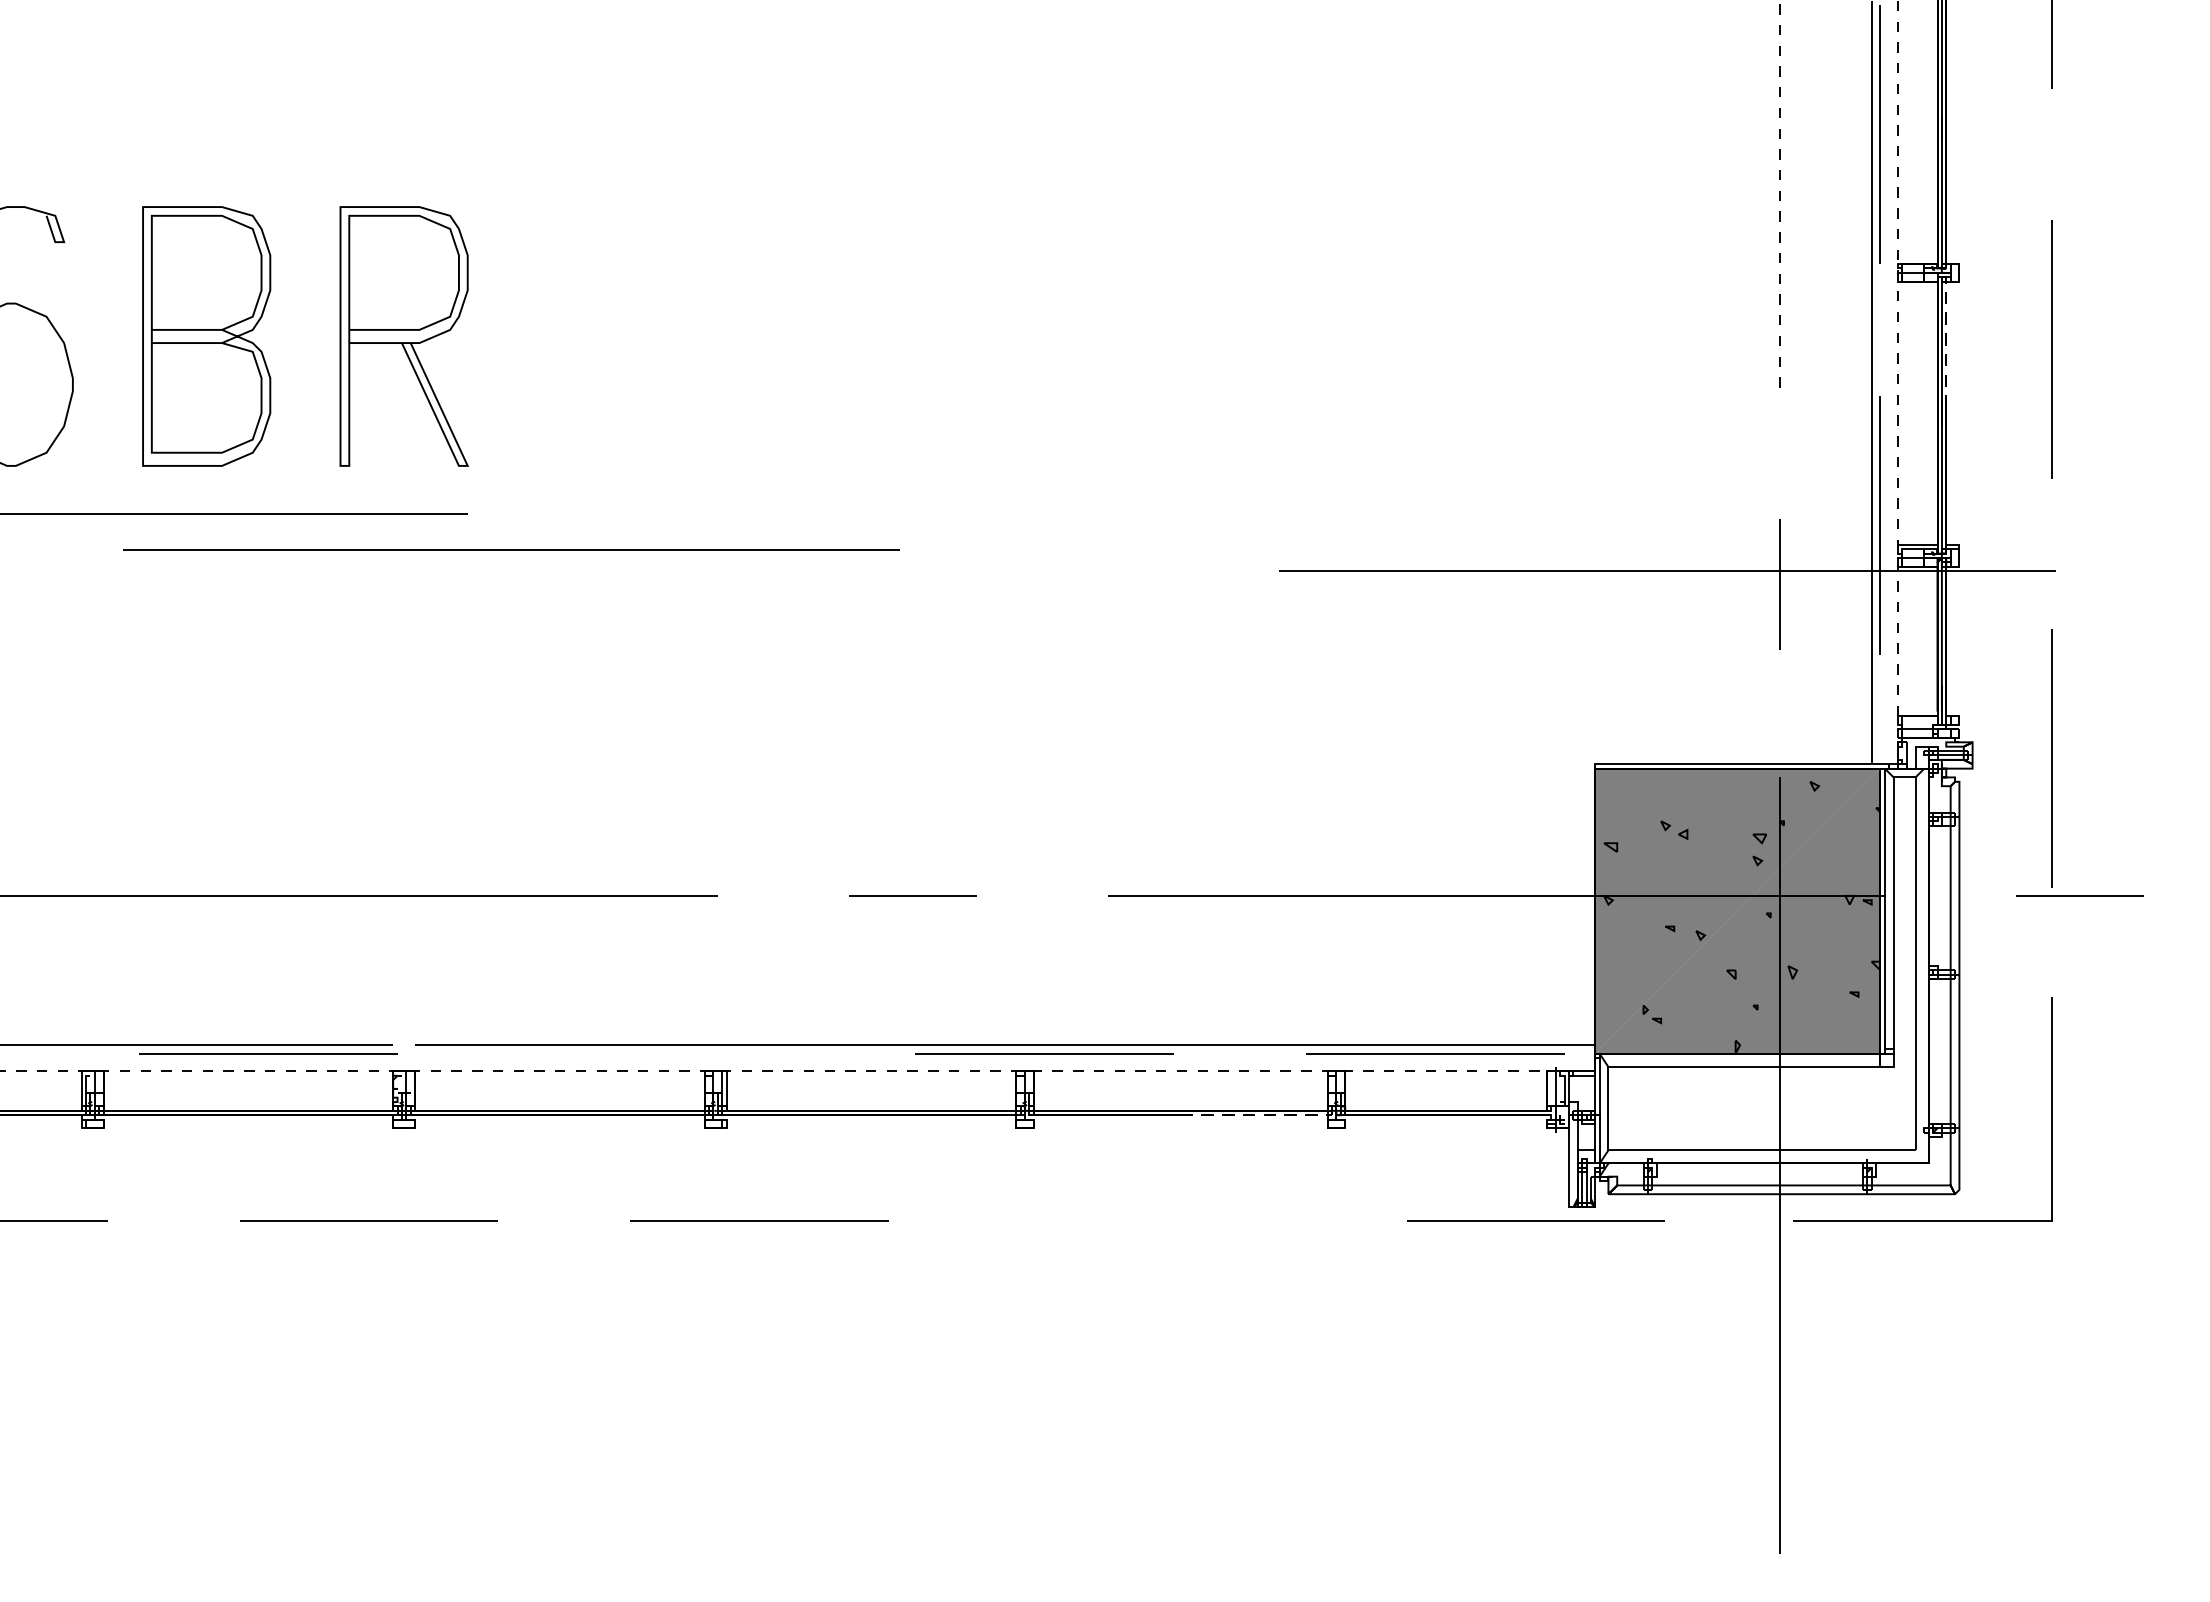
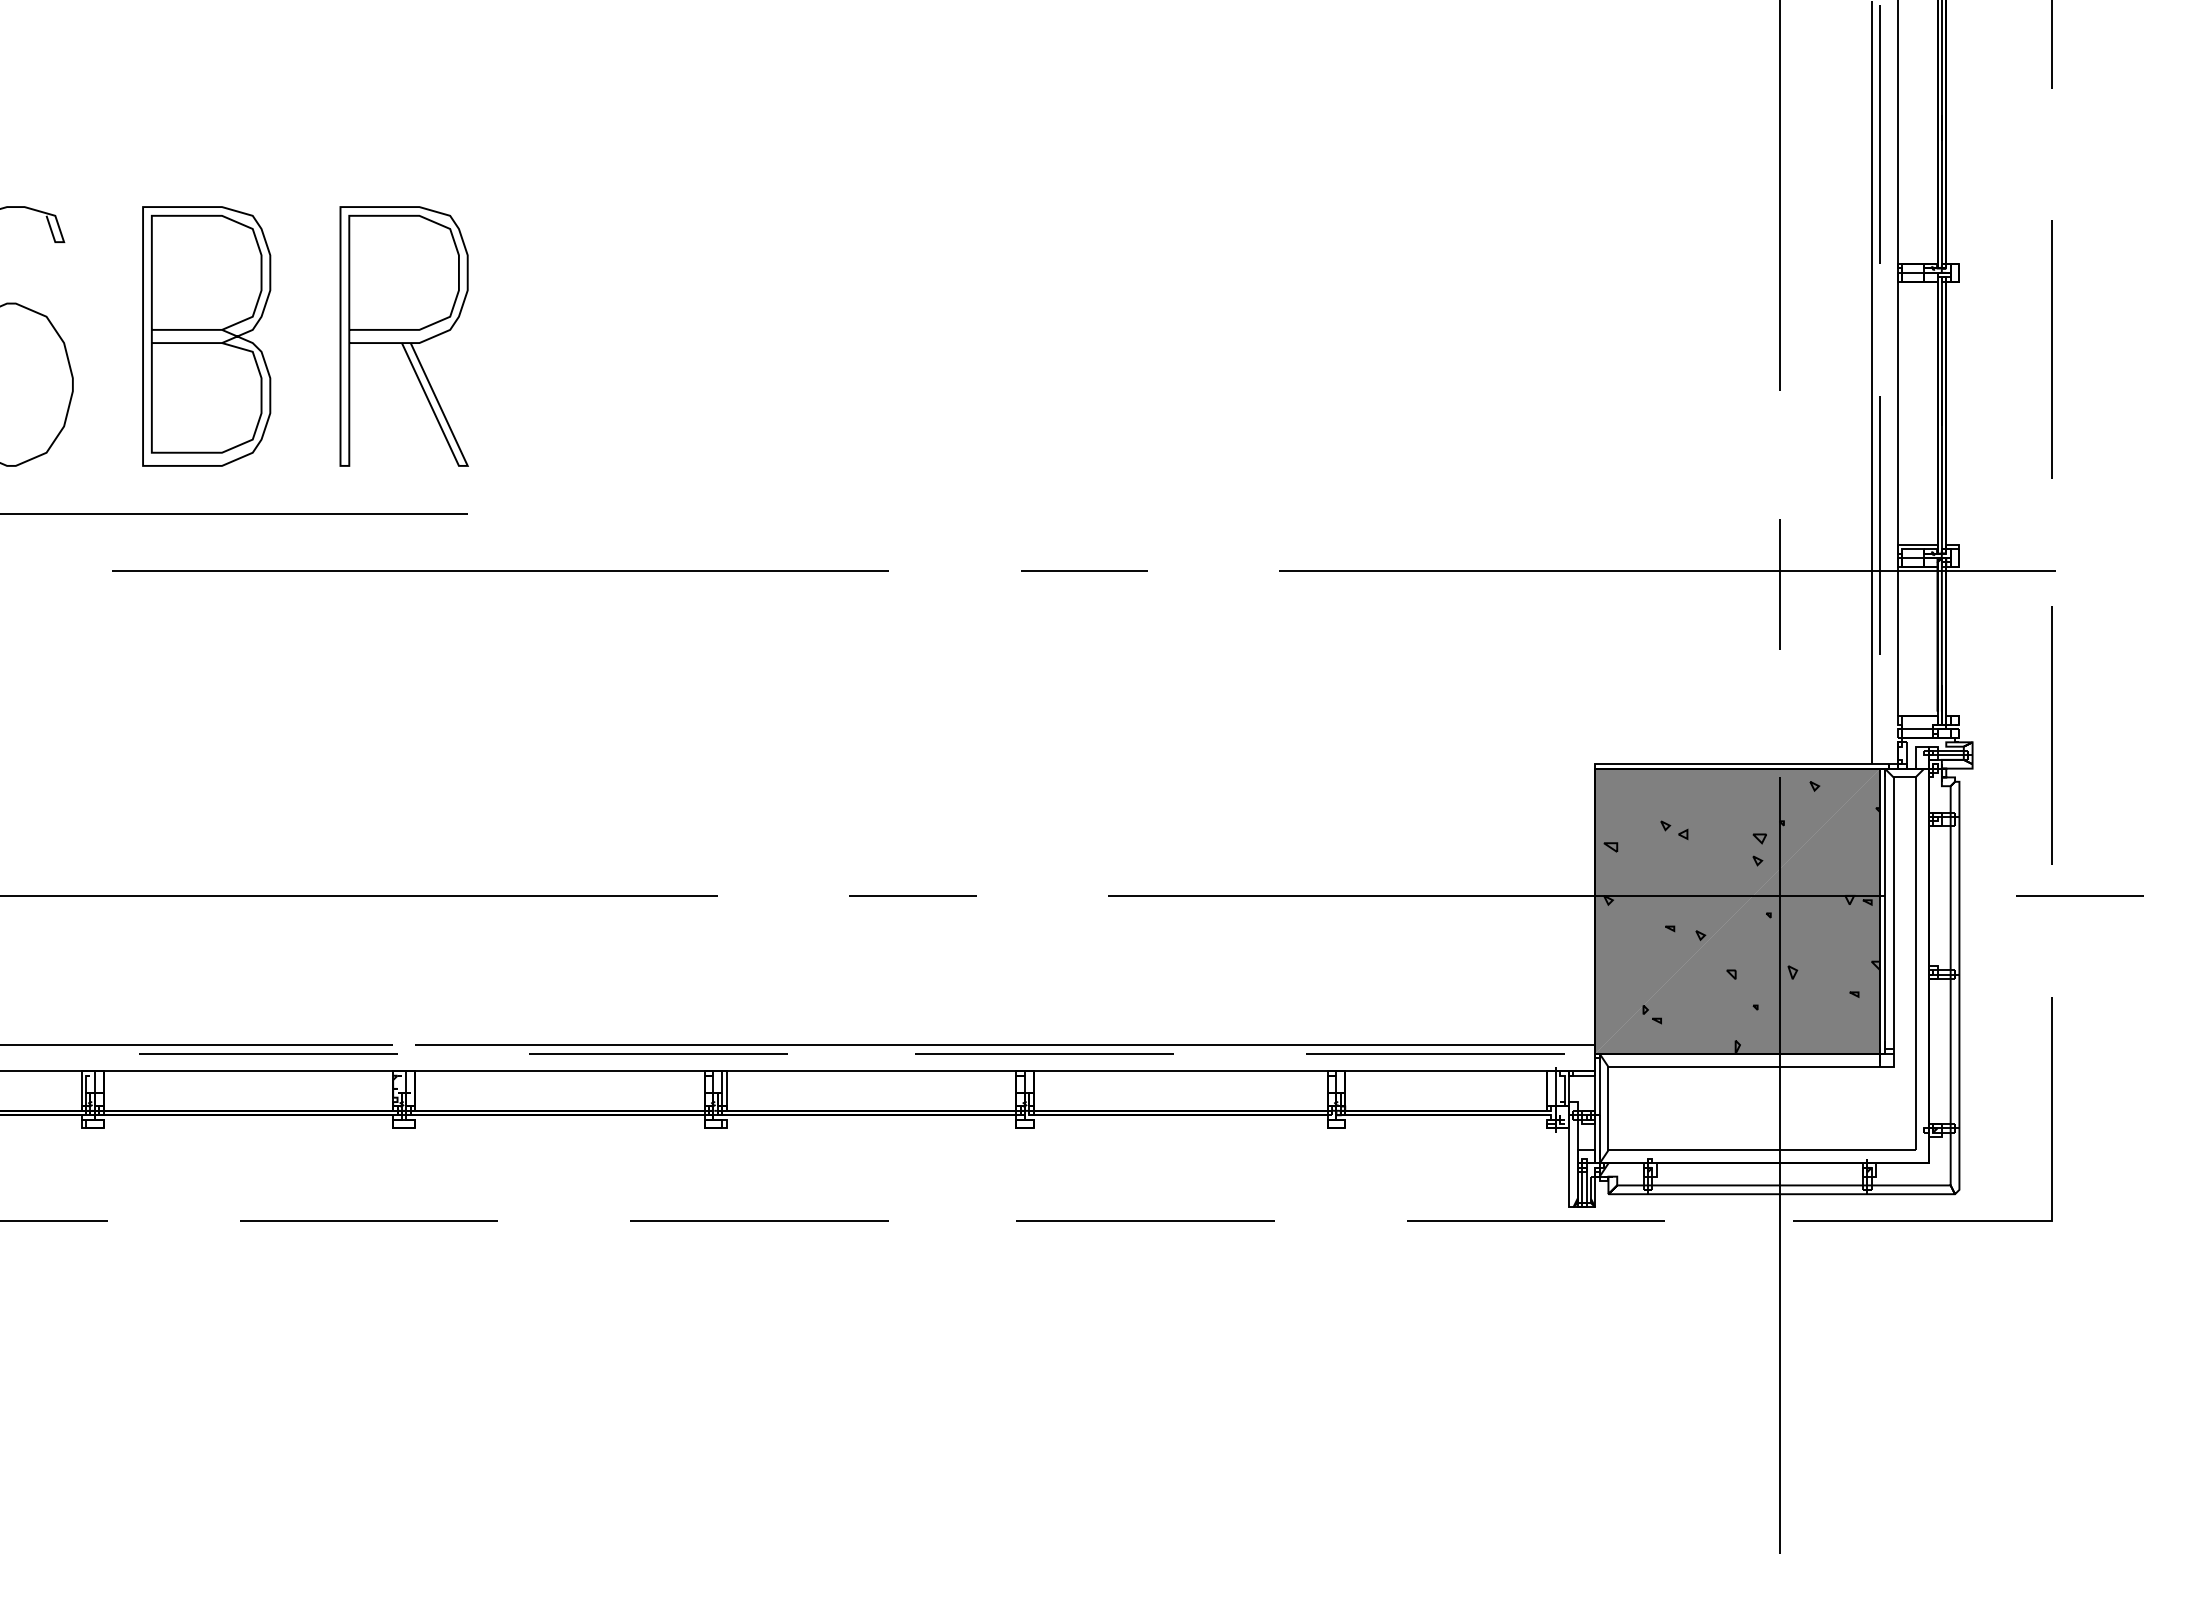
line at (1779, 196): dashed -> solid
line at (1946, 277): dashed -> solid
line at (1898, 358): dashed -> solid
line at (511, 549) position: (511, 549) -> (500, 570)
line at (1084, 570): none -> present
line at (2051, 758) position: (2051, 758) -> (2051, 735)
line at (658, 1053): none -> present
line at (774, 1071): dashed -> solid
line at (1332, 1115): dashed -> solid
line at (1145, 1220): none -> present
